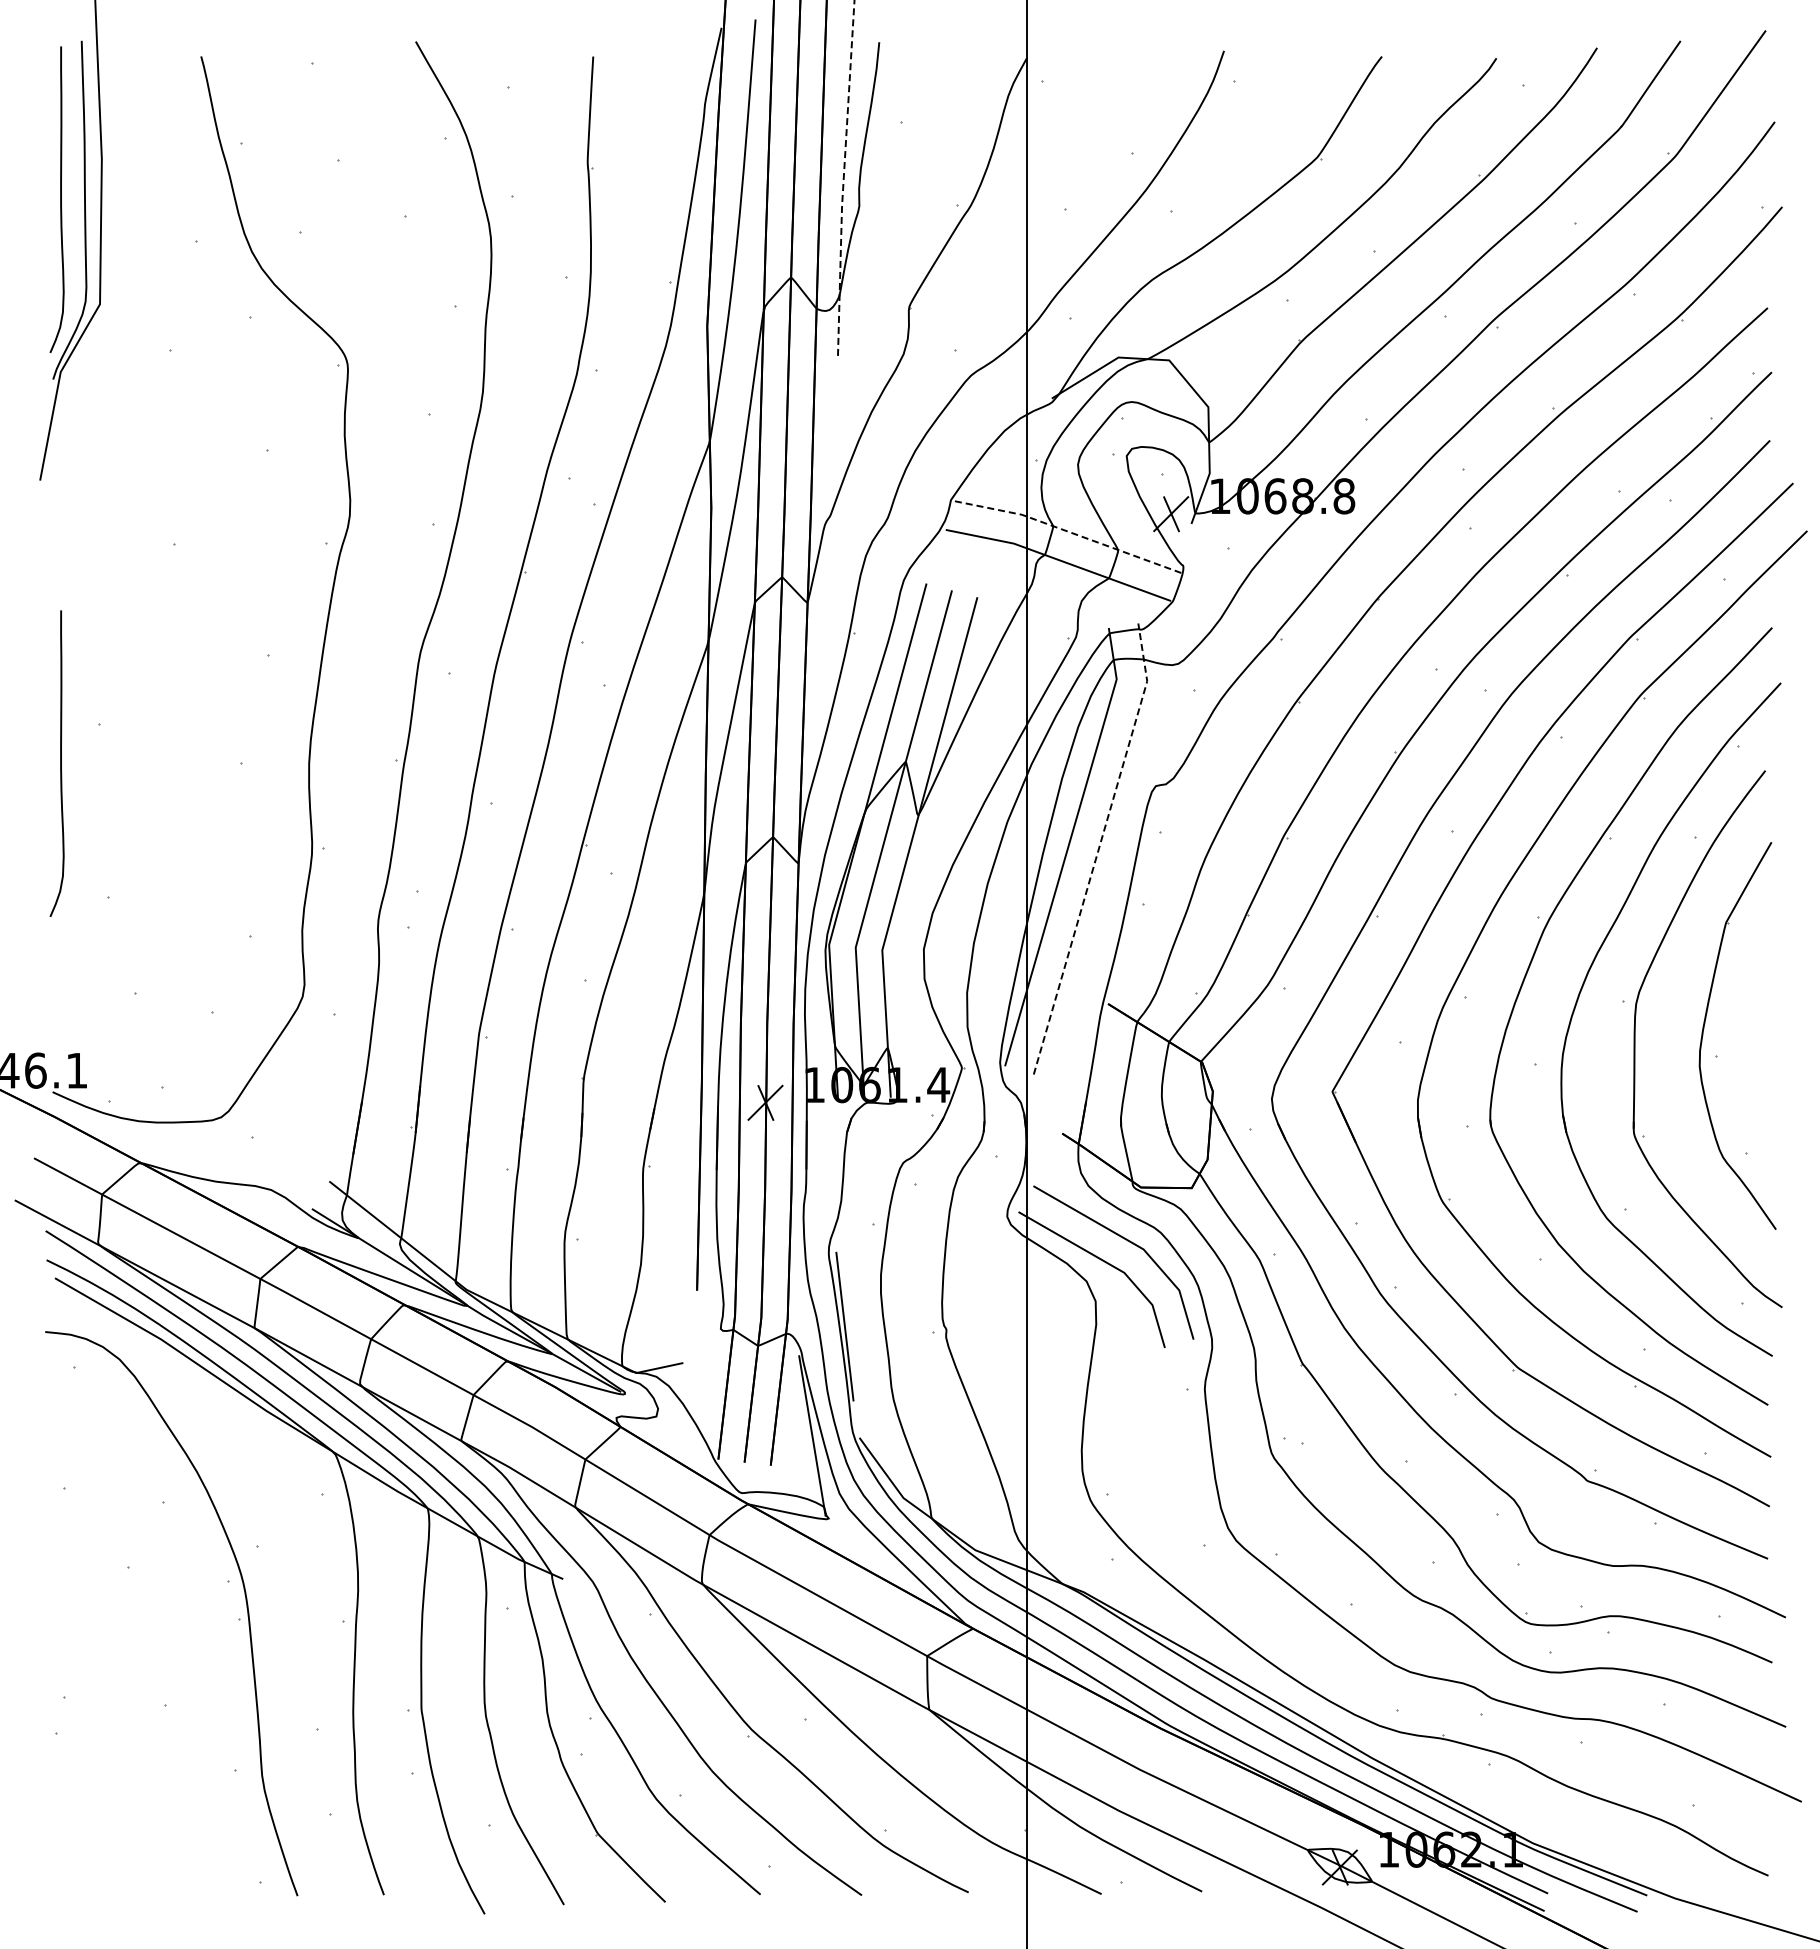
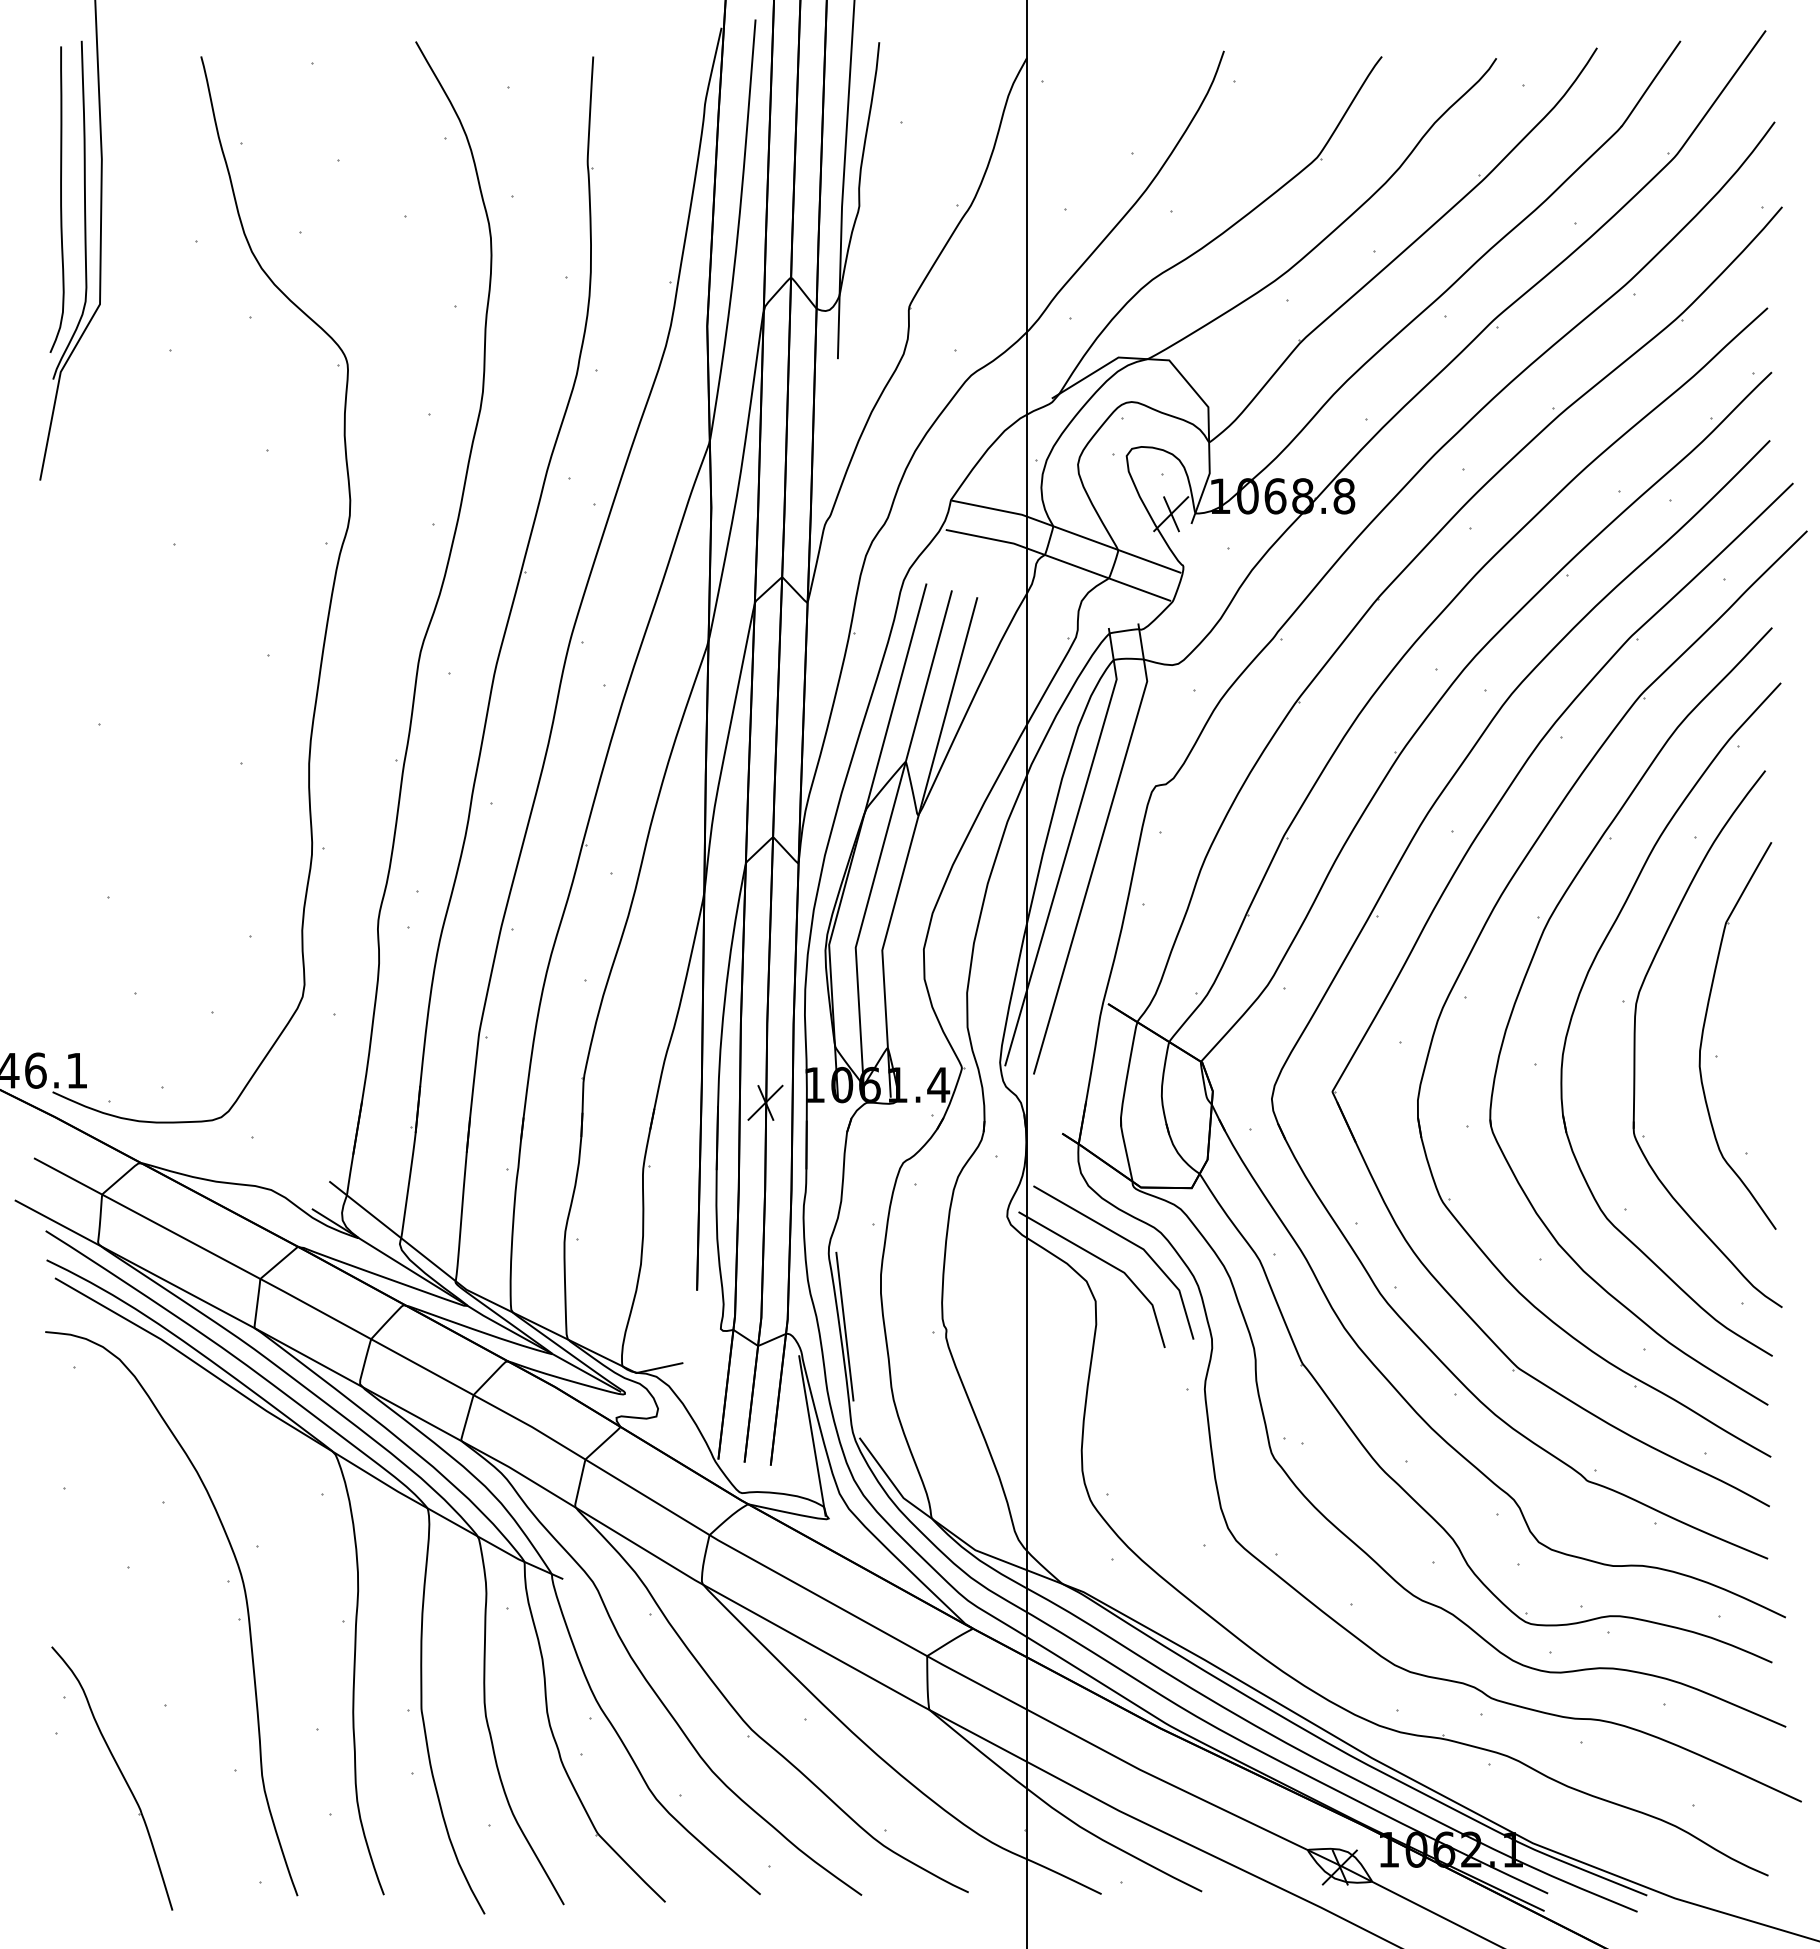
line at (843, 180): dashed -> solid
line at (1066, 531): dashed -> solid
curve at (60, 763): present -> none
line at (1098, 849): dashed -> solid
part at (120, 1773): none -> present
